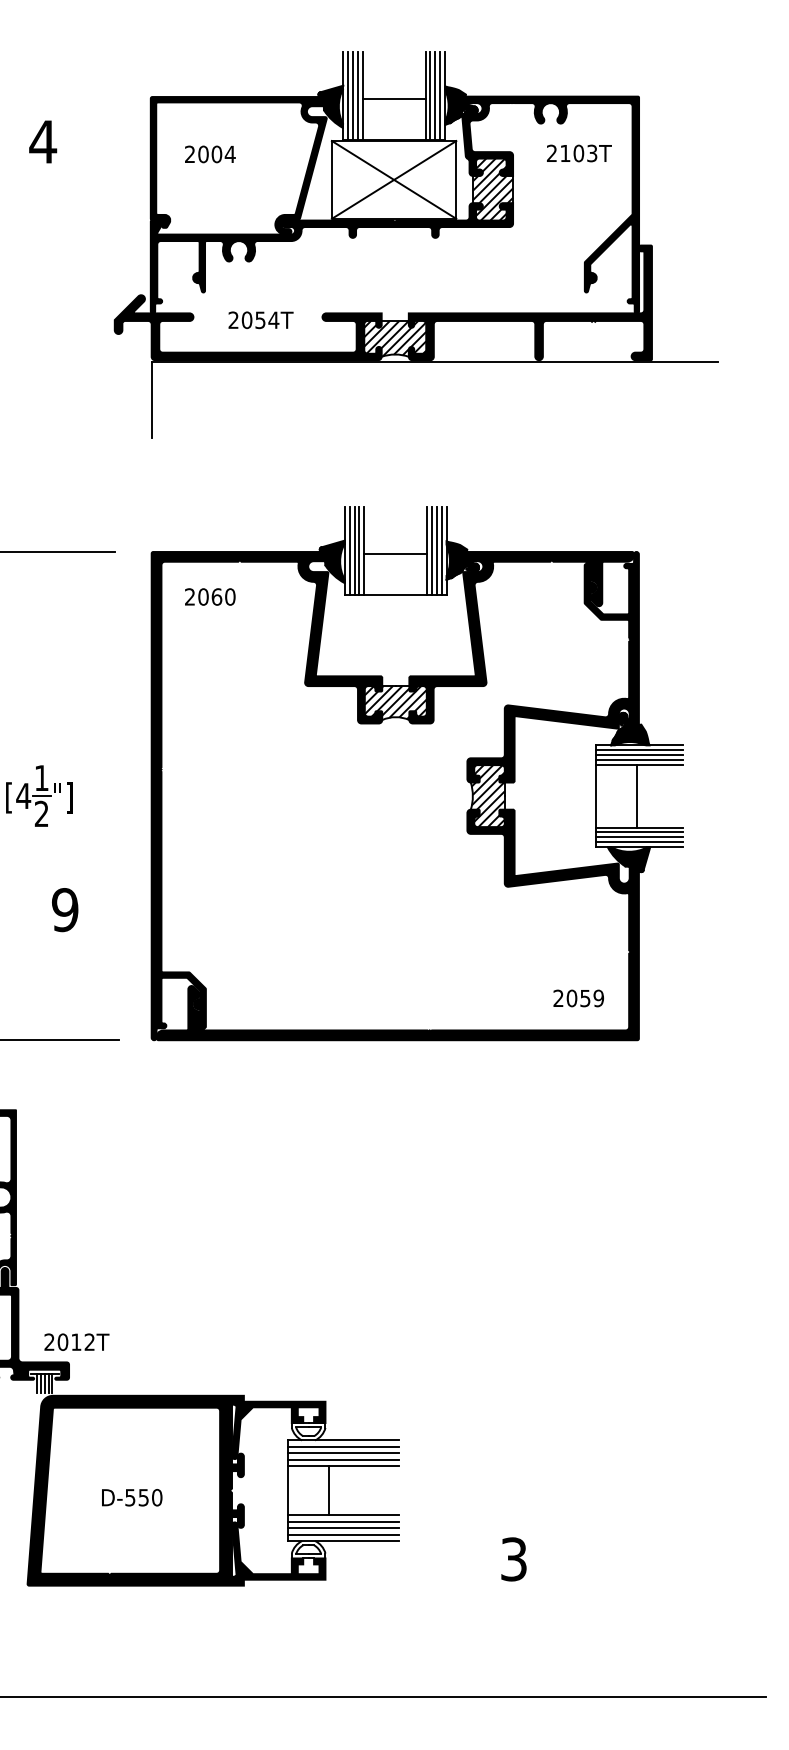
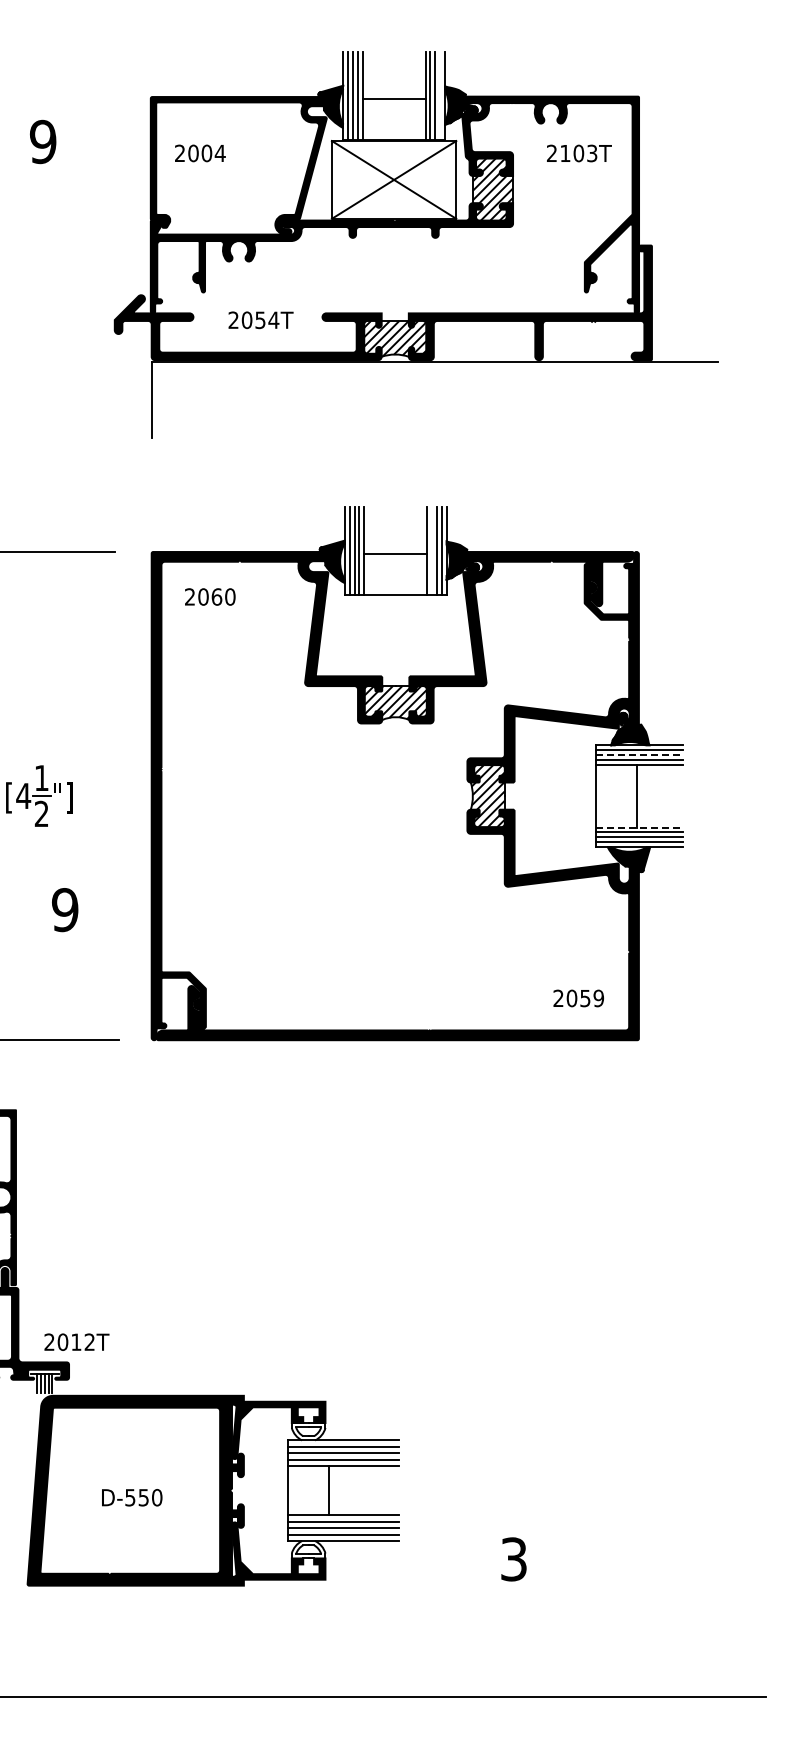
line at (440, 95): present -> none
text at (43, 141): 4 -> 9
text at (210, 154) position: (210, 154) -> (200, 153)
line at (431, 550): present -> none
line at (639, 755): solid -> dashed
line at (639, 827): solid -> dashed
